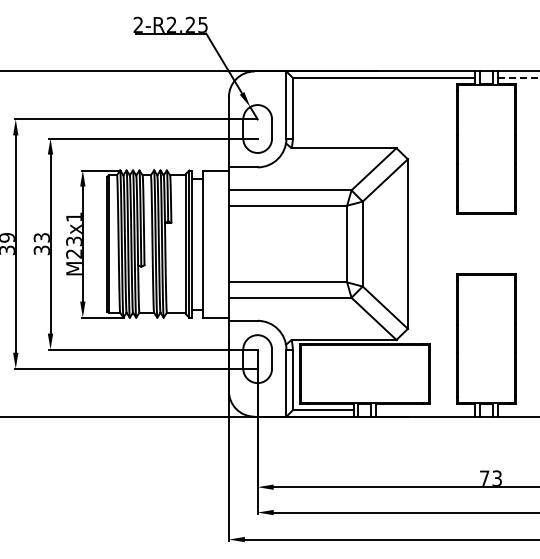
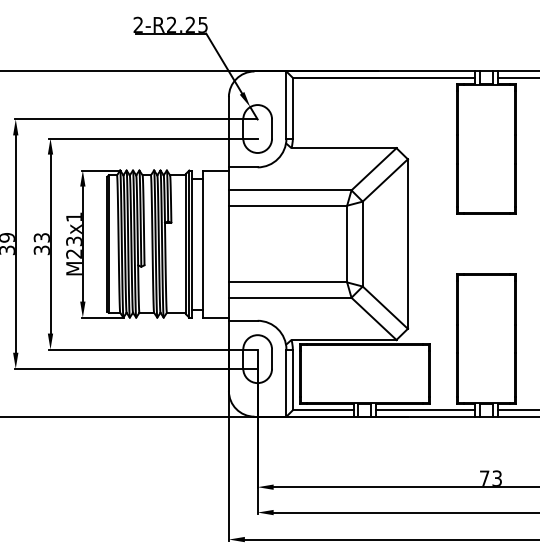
line at (518, 77): dashed -> solid
line at (425, 410): none -> present
line at (516, 410): none -> present
